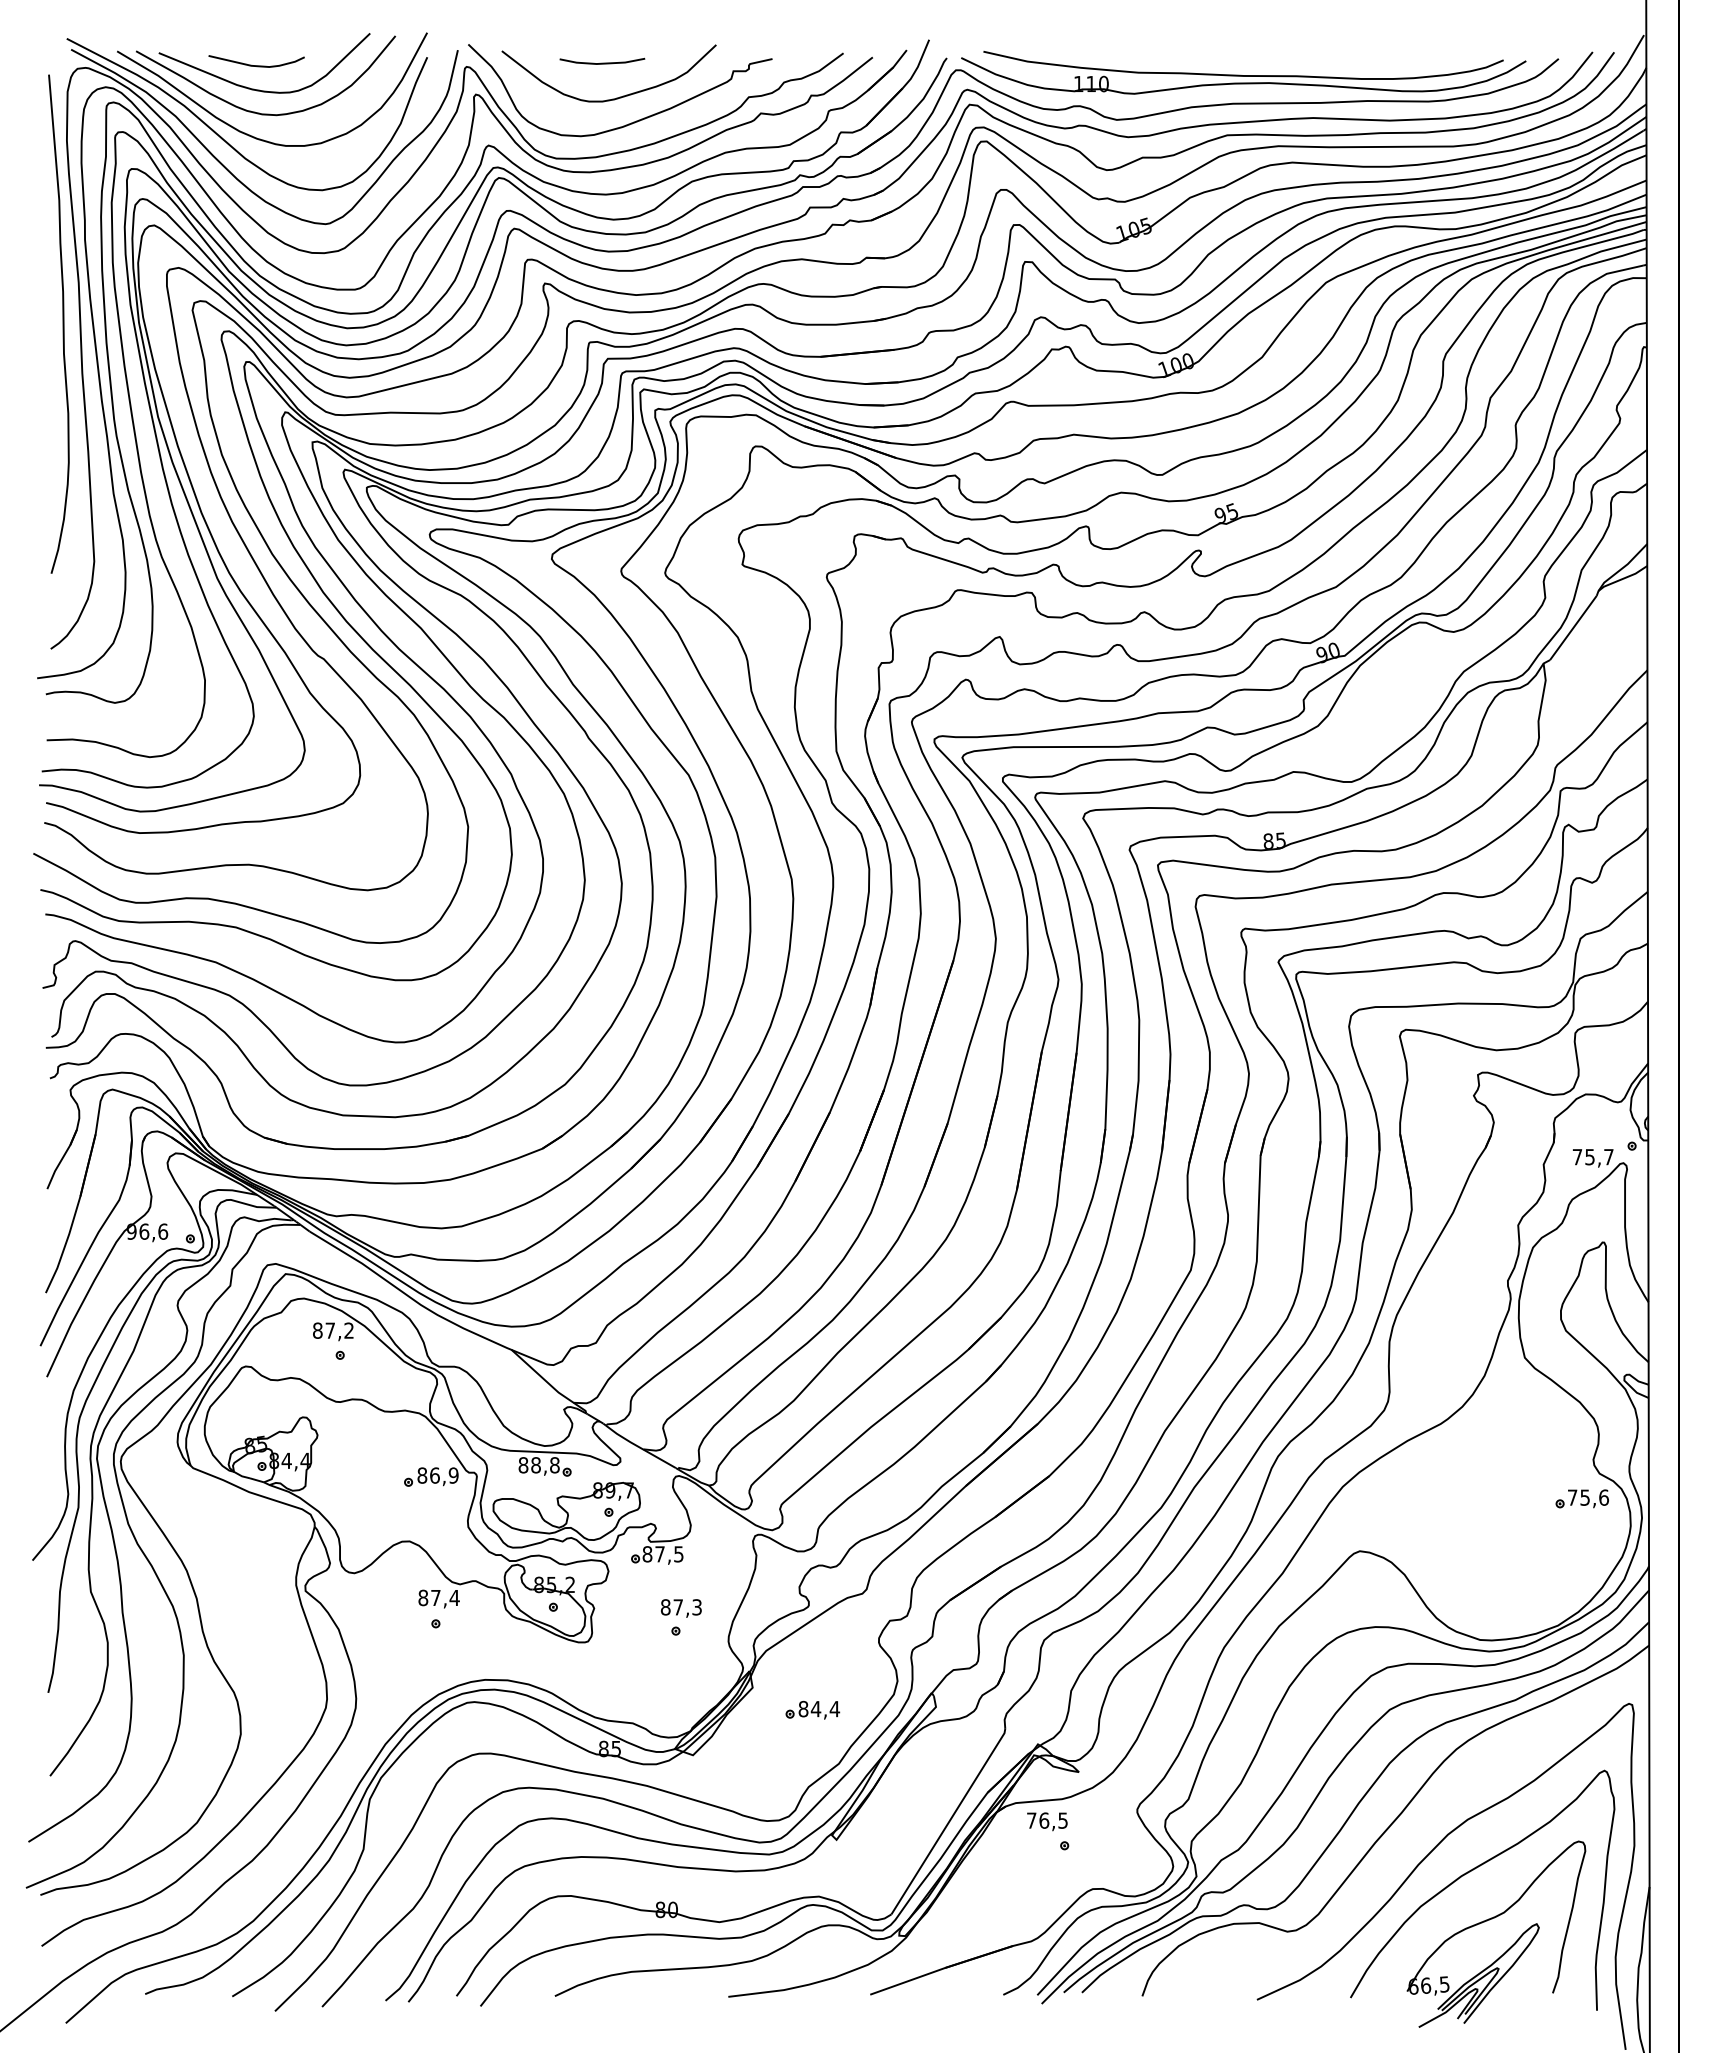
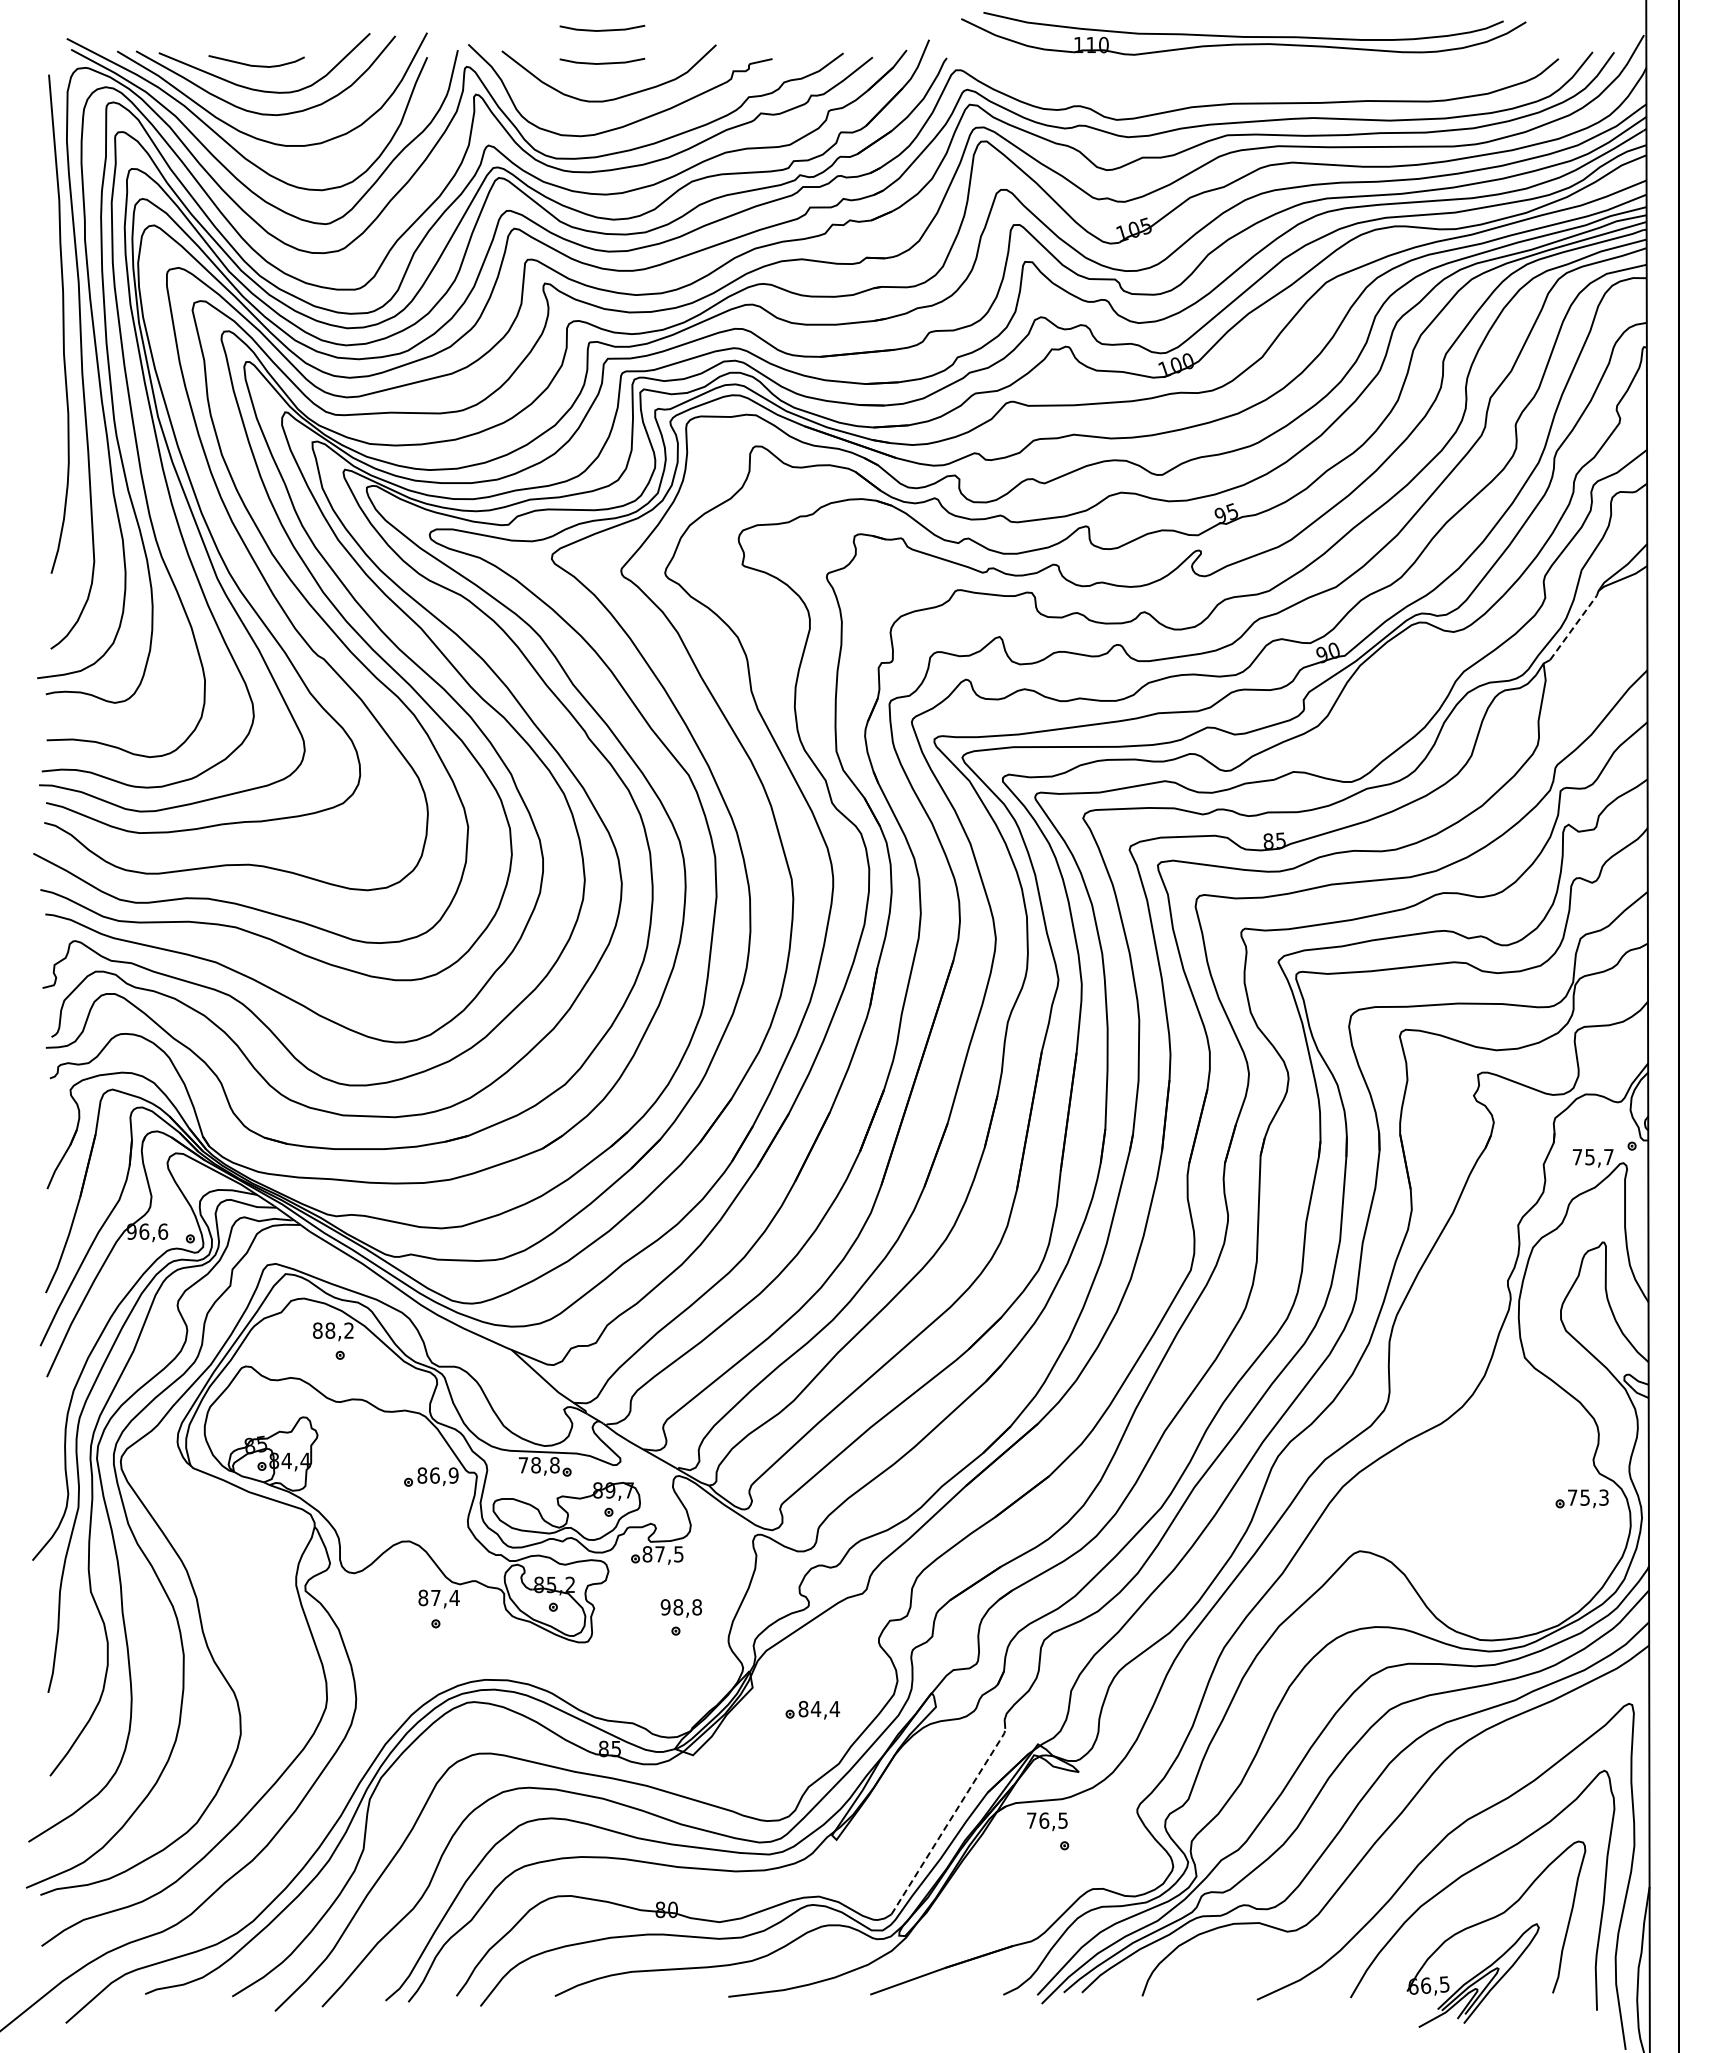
line at (602, 29): none -> present
part at (1243, 72) position: (1243, 72) -> (1243, 33)
line at (1573, 627): solid -> dashed
text at (330, 1330): 87,2 -> 88,2
text at (523, 1465): 88,8 -> 78,8
text at (1604, 1497): 75,6 -> 75,3
text at (680, 1607): 87,3 -> 98,8
line at (949, 1821): solid -> dashed
